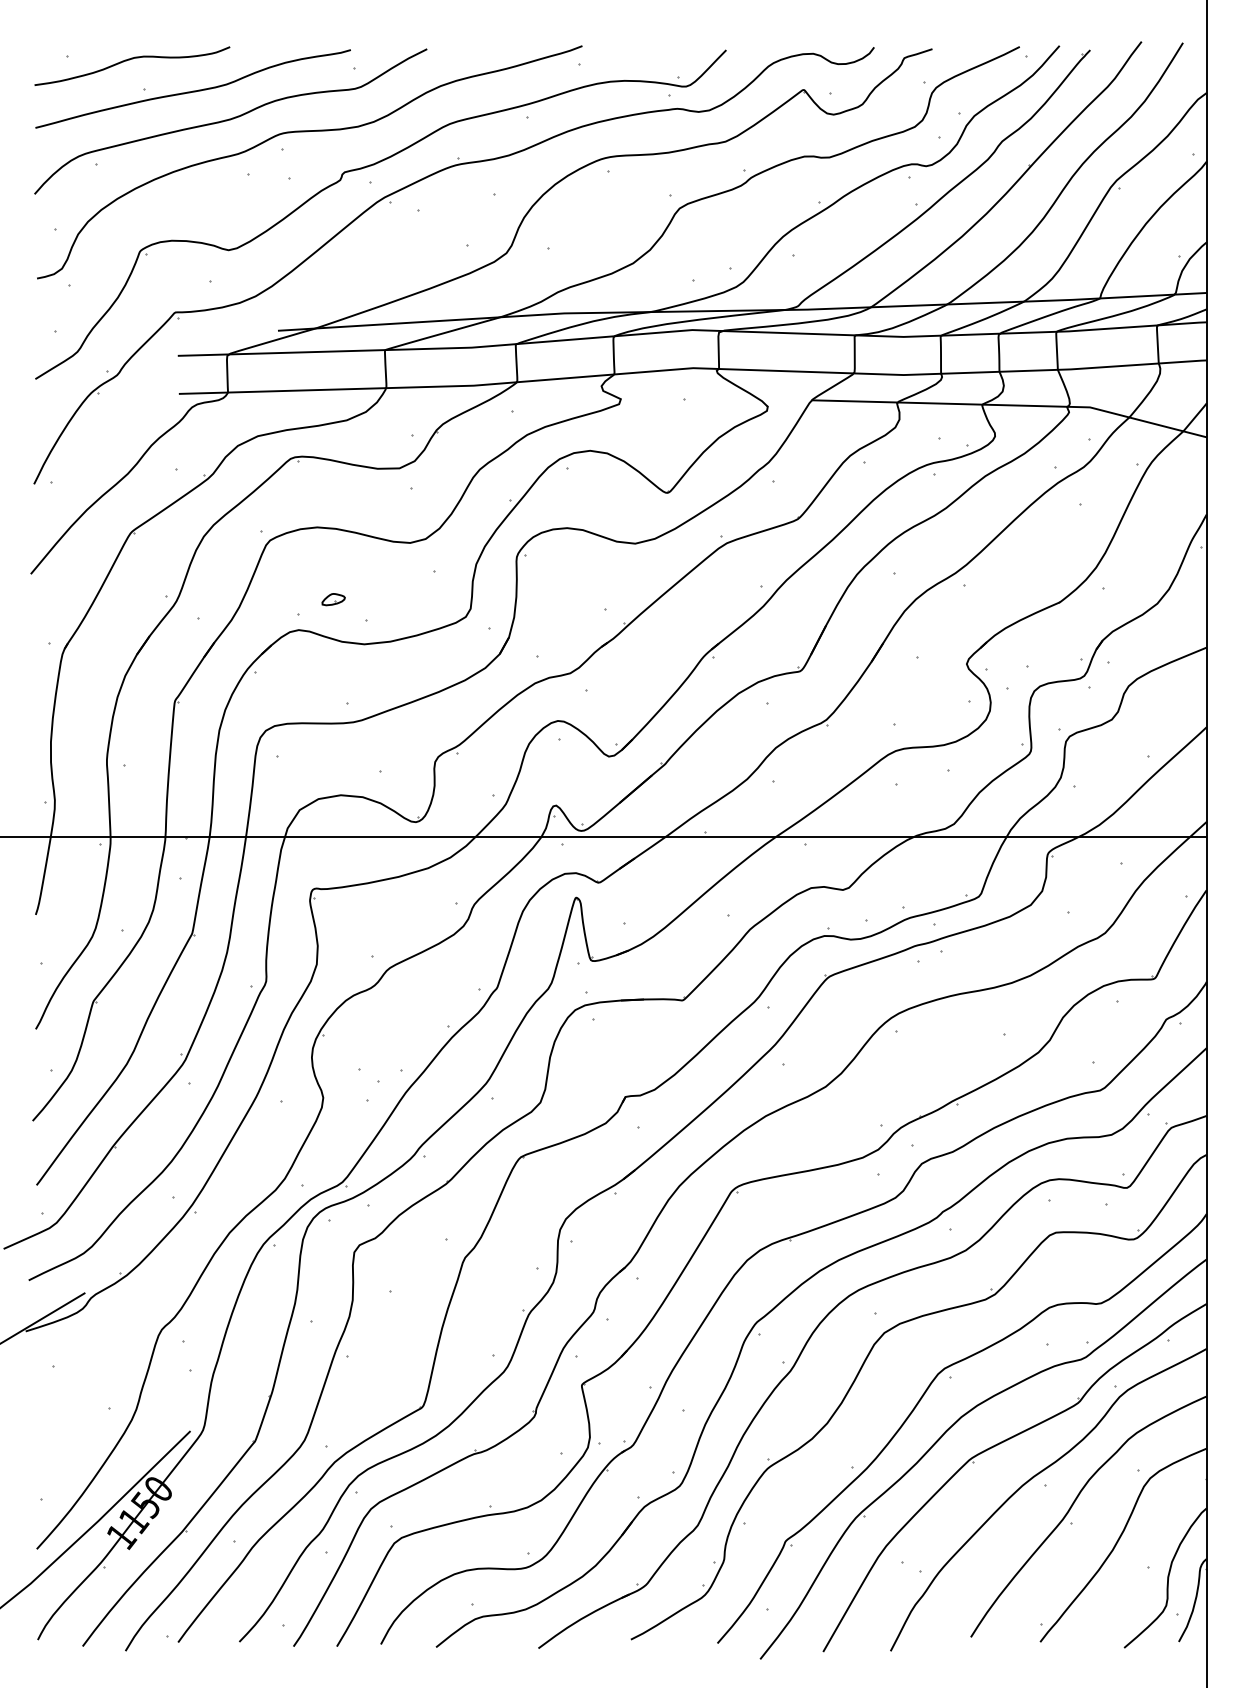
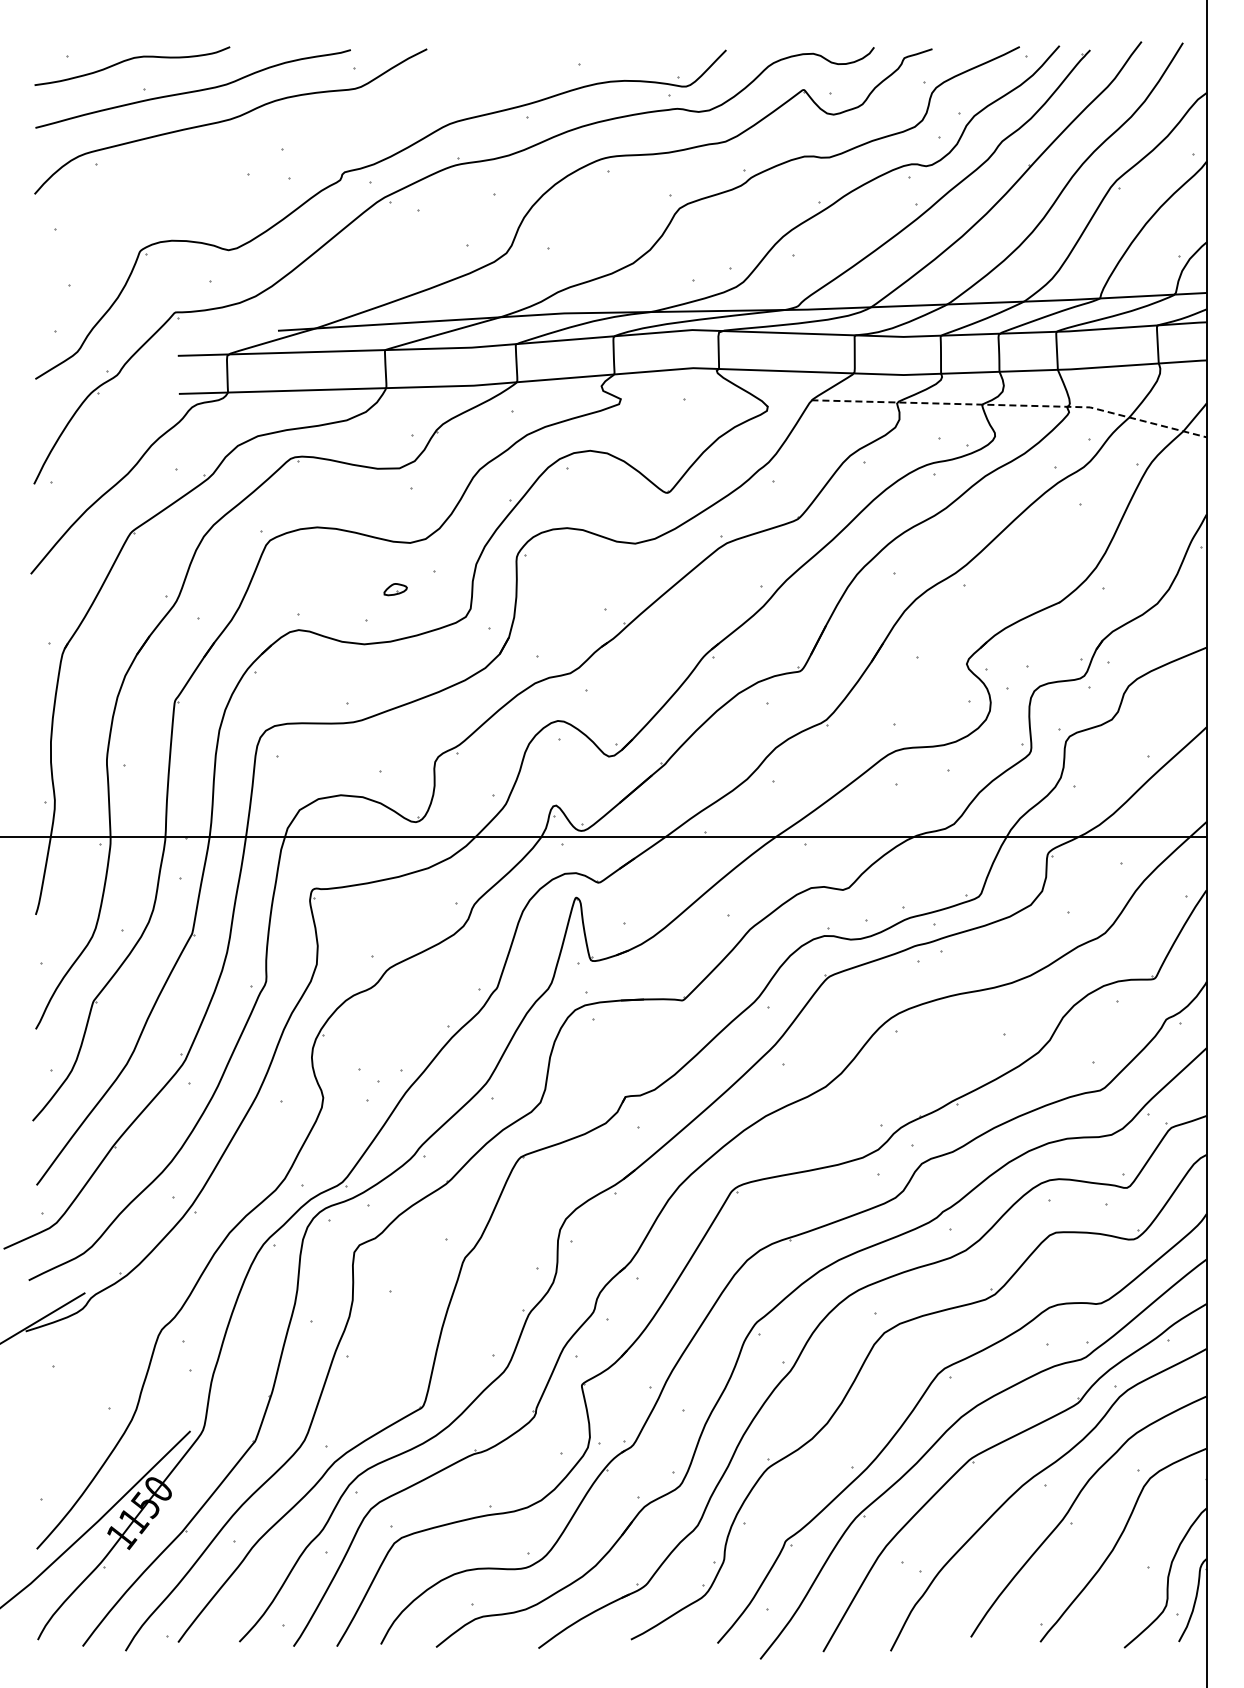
curve at (307, 132): present -> none
line at (1012, 405): solid -> dashed
part at (333, 599) position: (333, 599) -> (395, 589)
